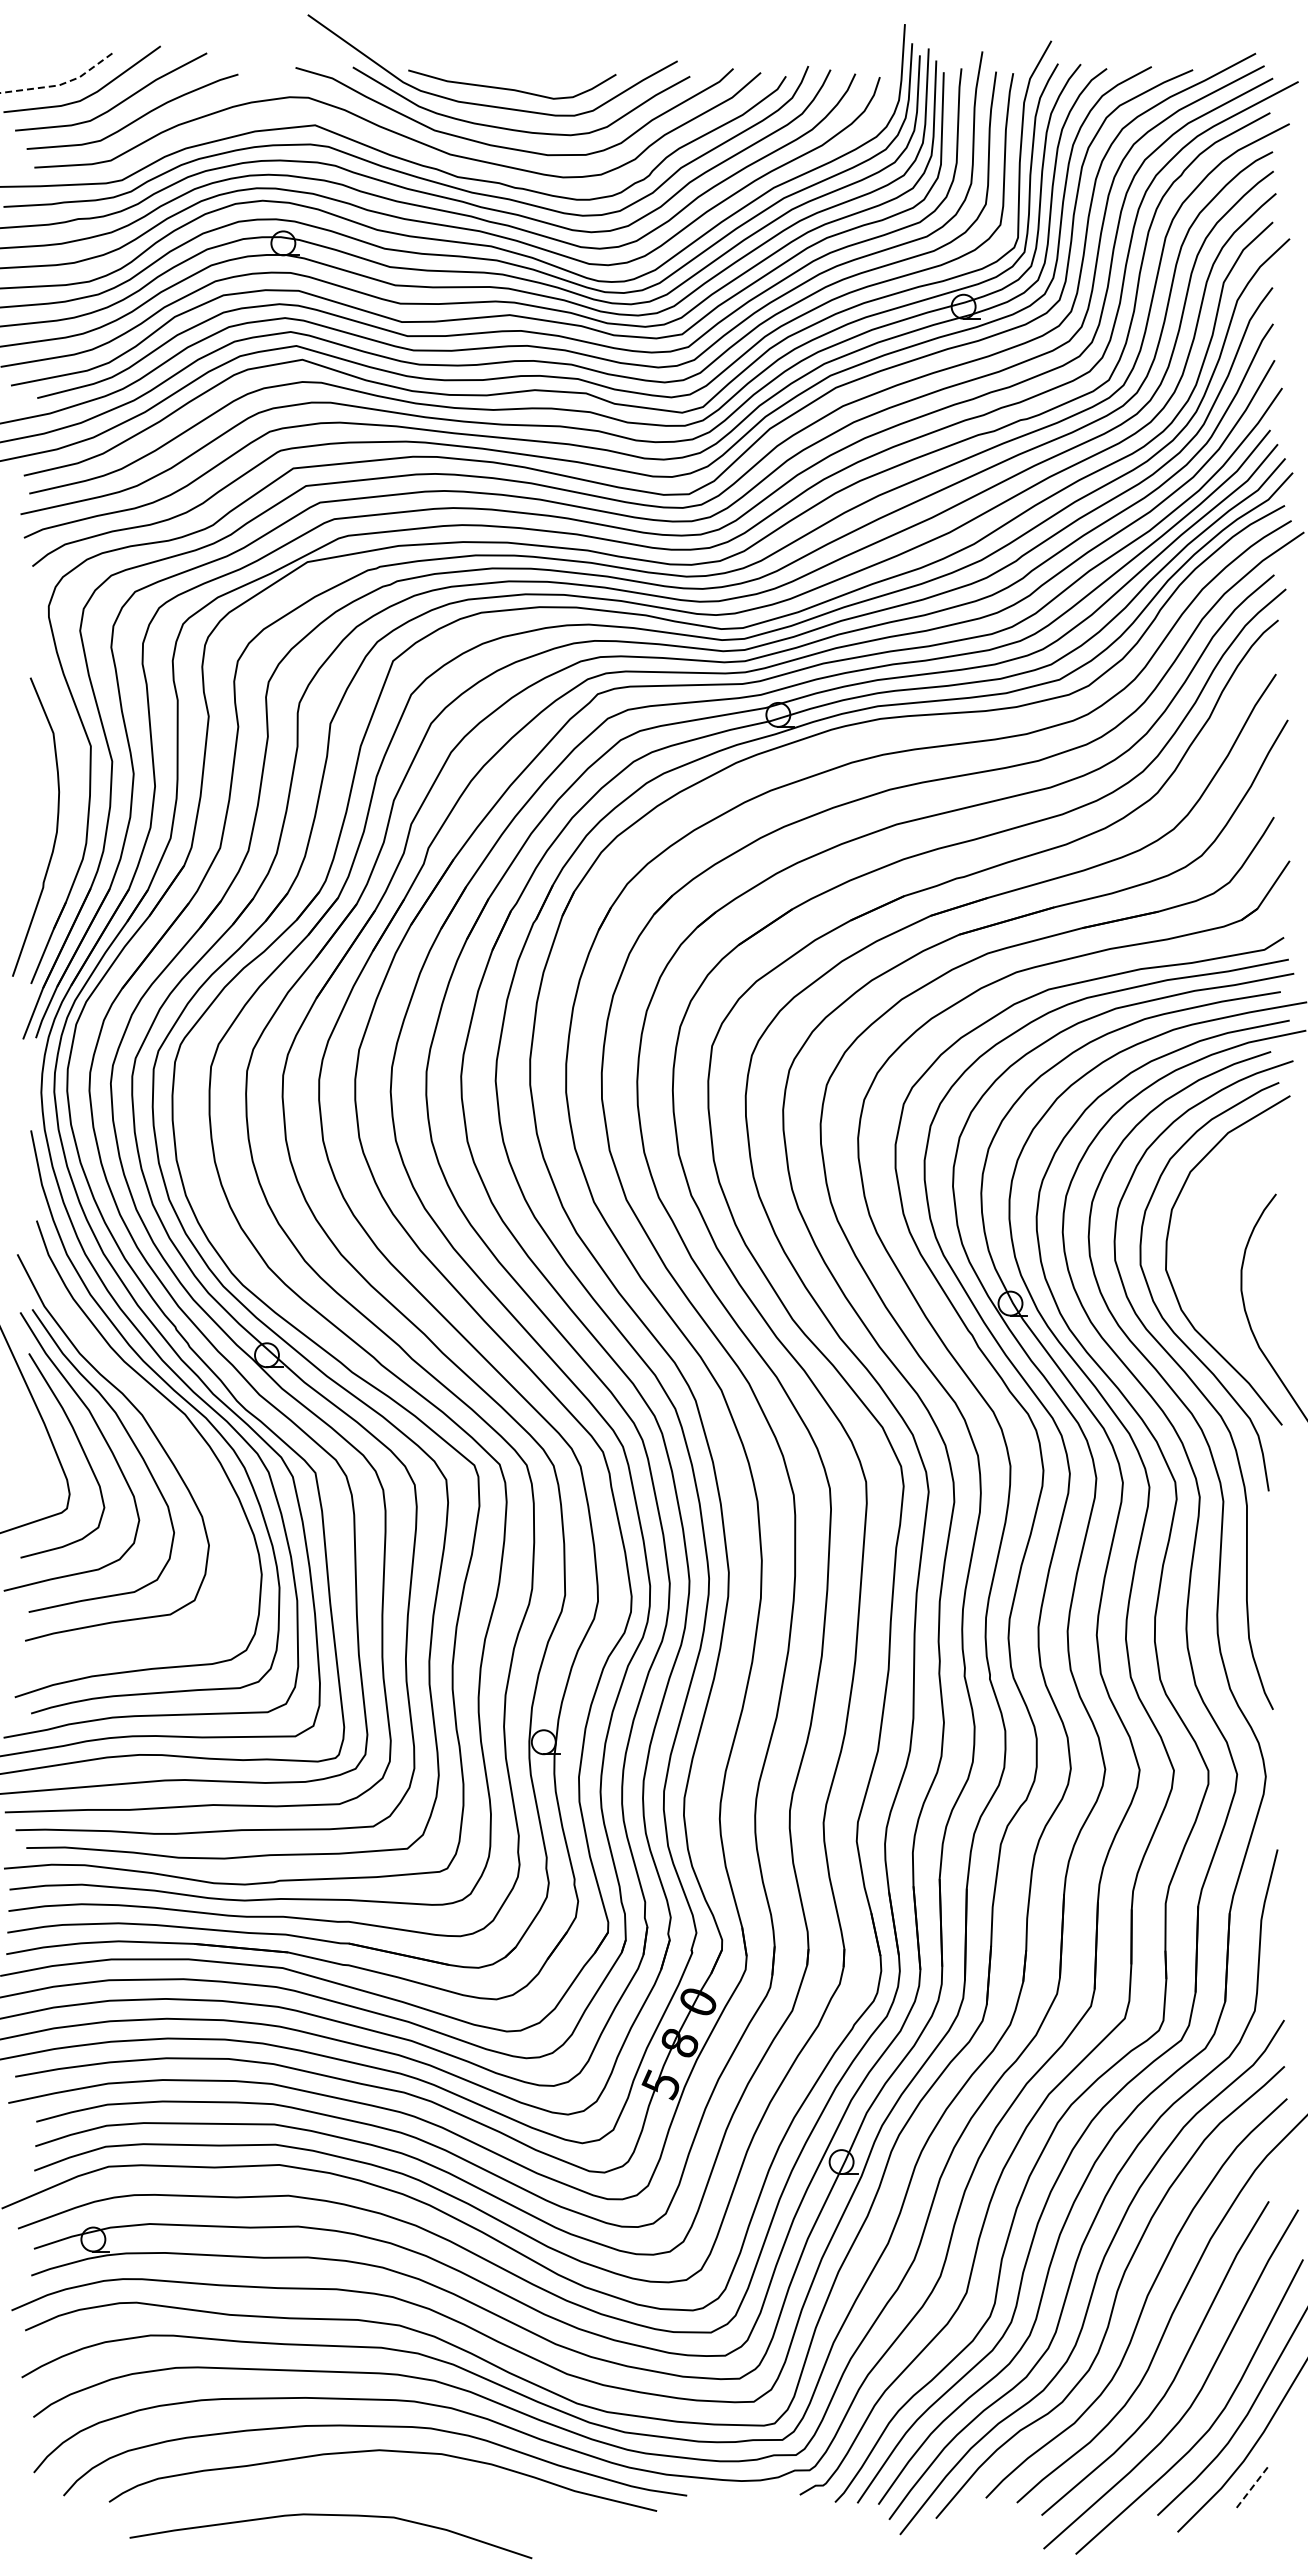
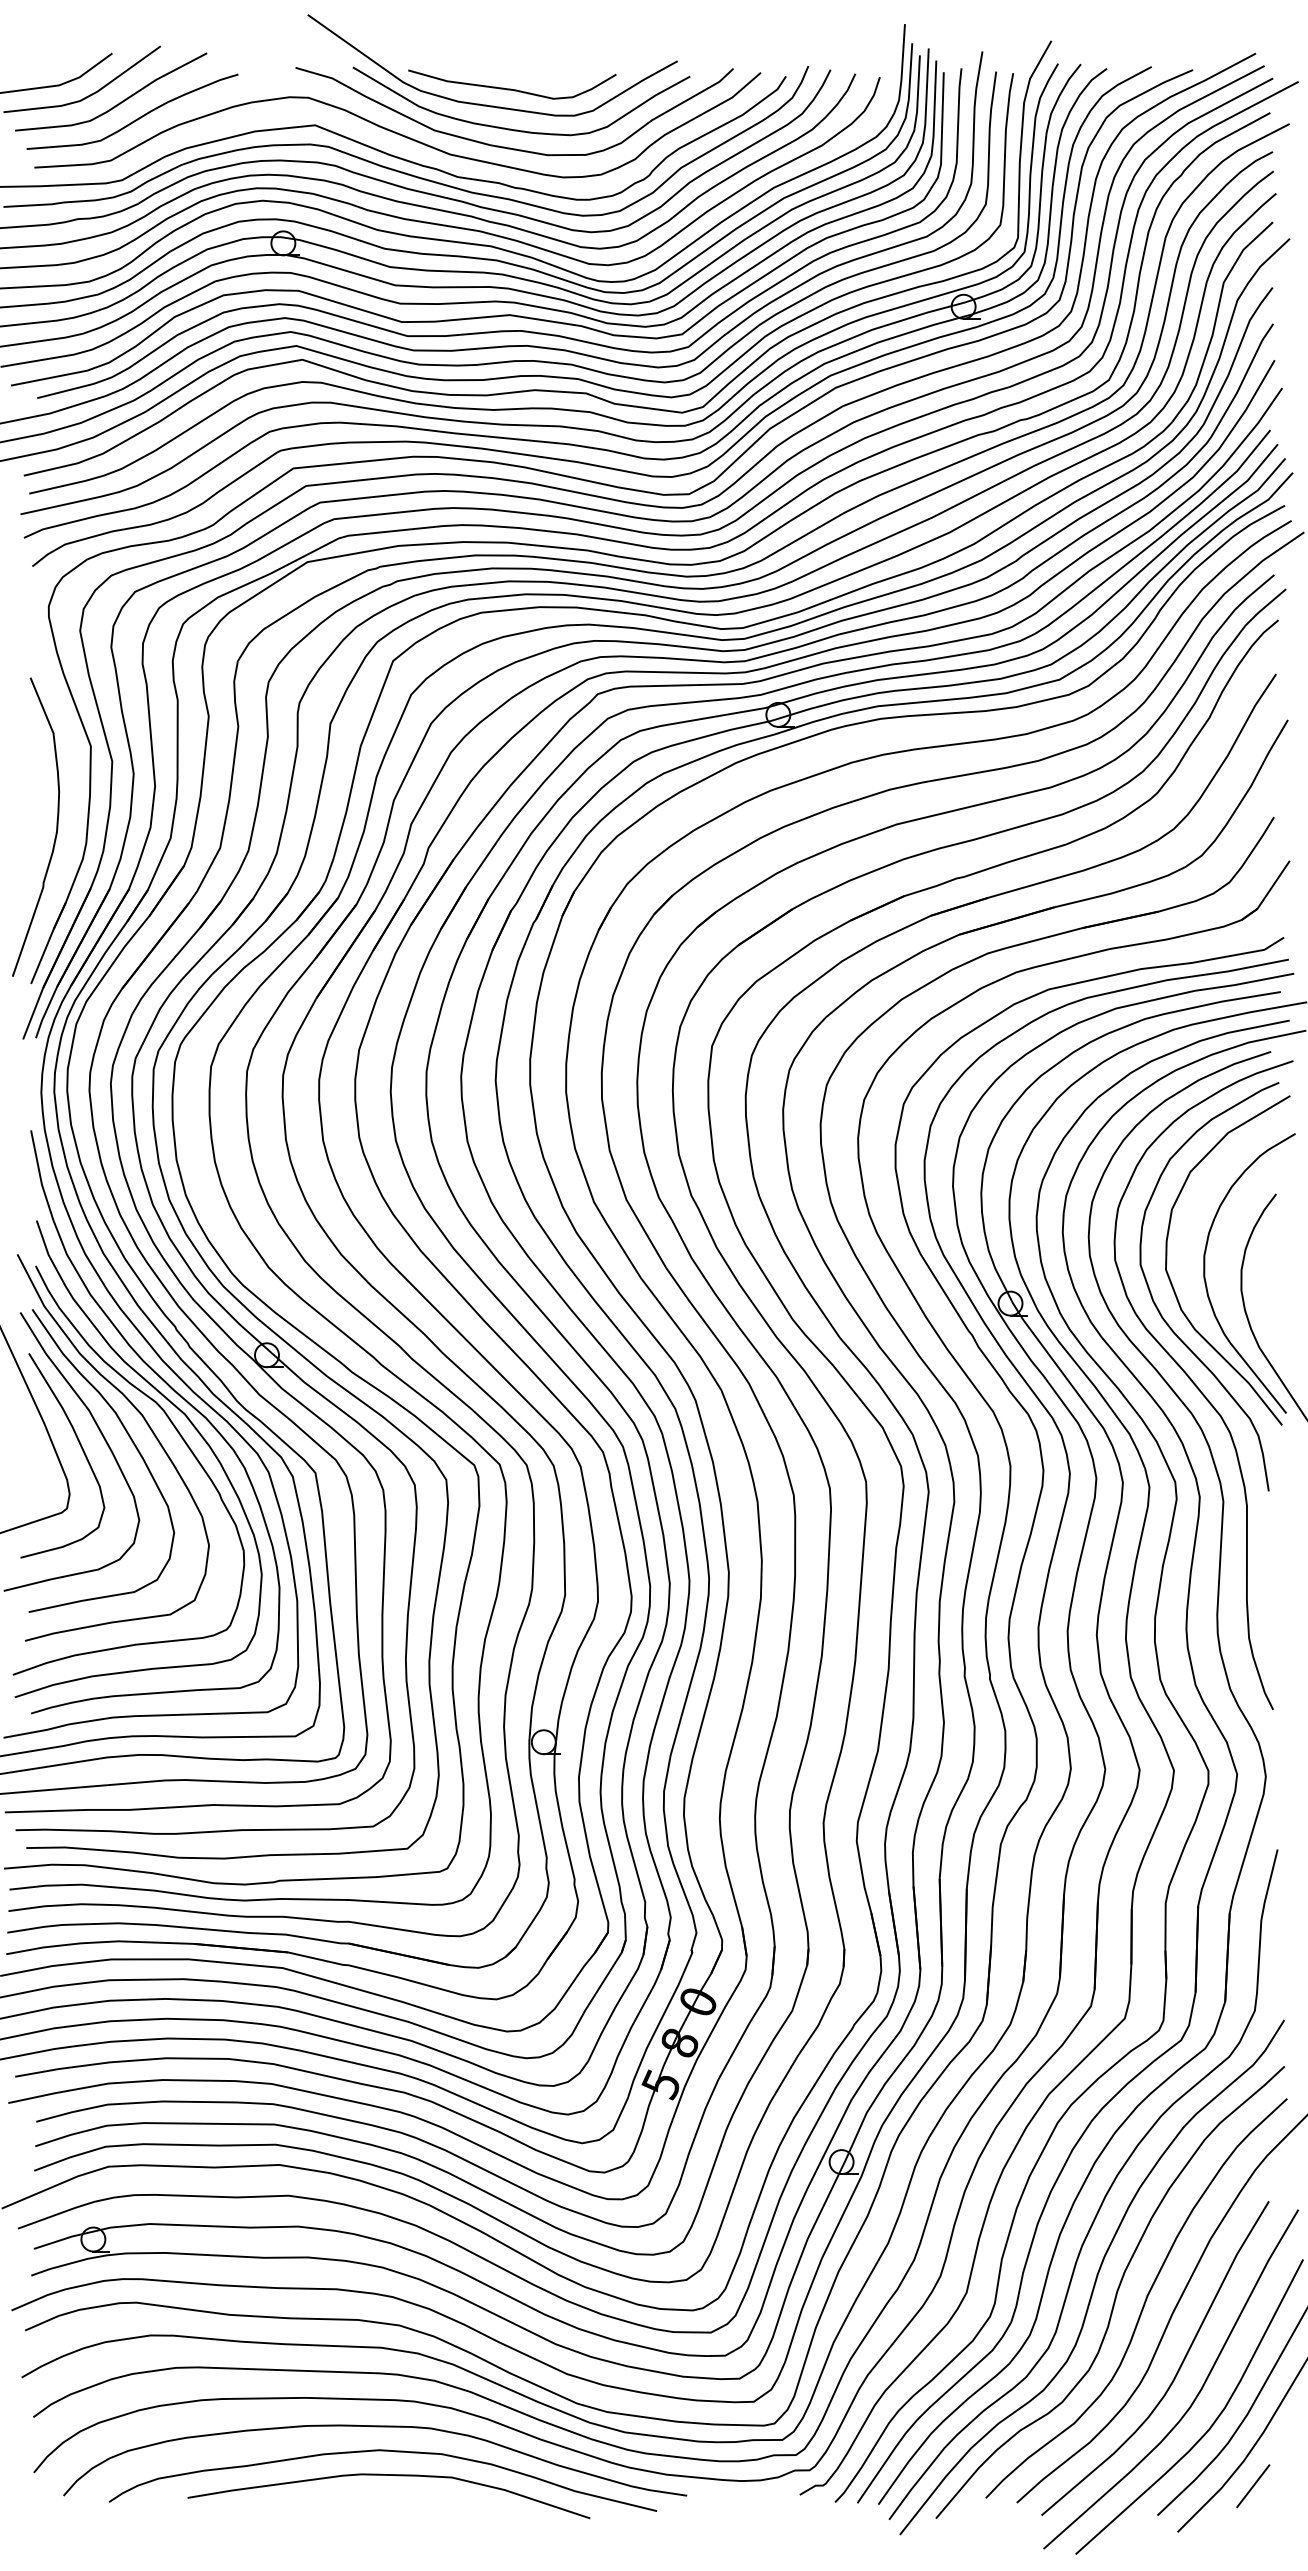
line at (60, 84): dashed -> solid
curve at (1206, 1281): none -> present
curve at (178, 1434): none -> present
line at (1253, 2485): dashed -> solid
curve at (330, 2515) position: (330, 2515) -> (388, 2475)
